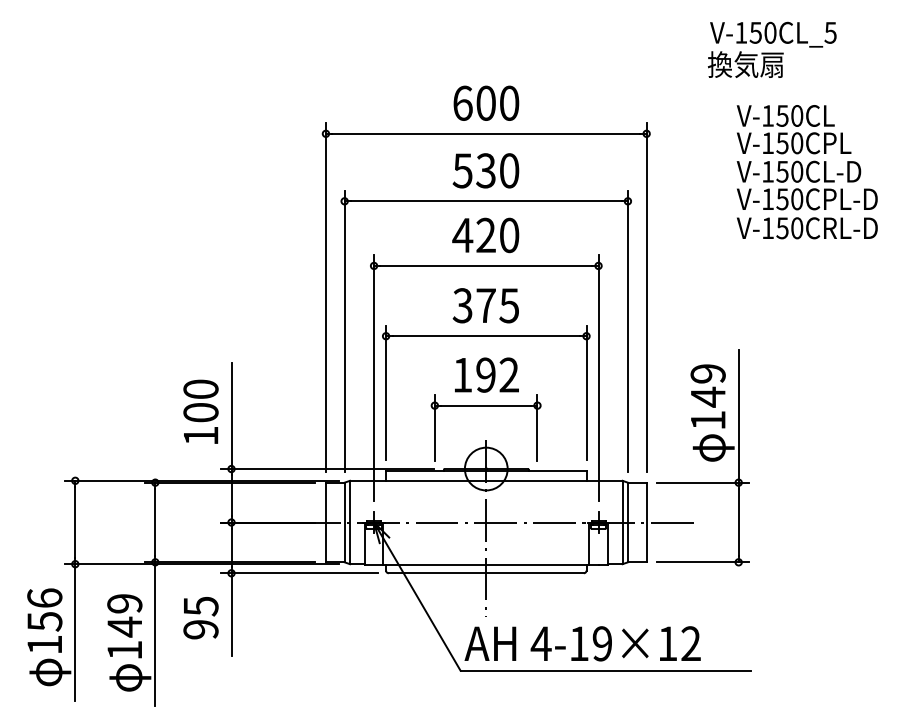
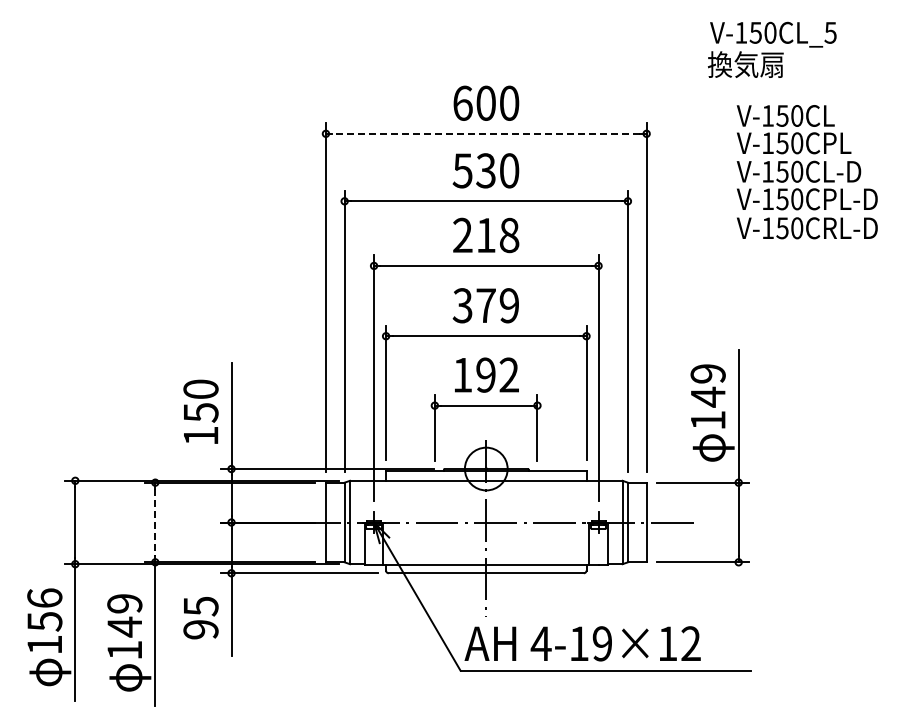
line at (486, 133): solid -> dashed
text at (485, 234): 420 -> 218
text at (508, 305): 375 -> 379
text at (200, 412): 100 -> 150
line at (155, 523): solid -> dashed
